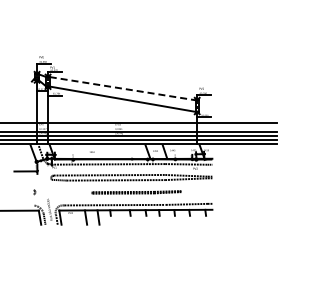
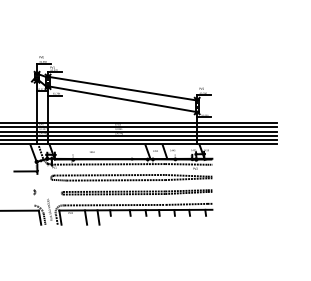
line at (122, 88): dashed -> solid
line at (139, 127): none -> present
part at (136, 192) size: 91x5 px -> 152x7 px
